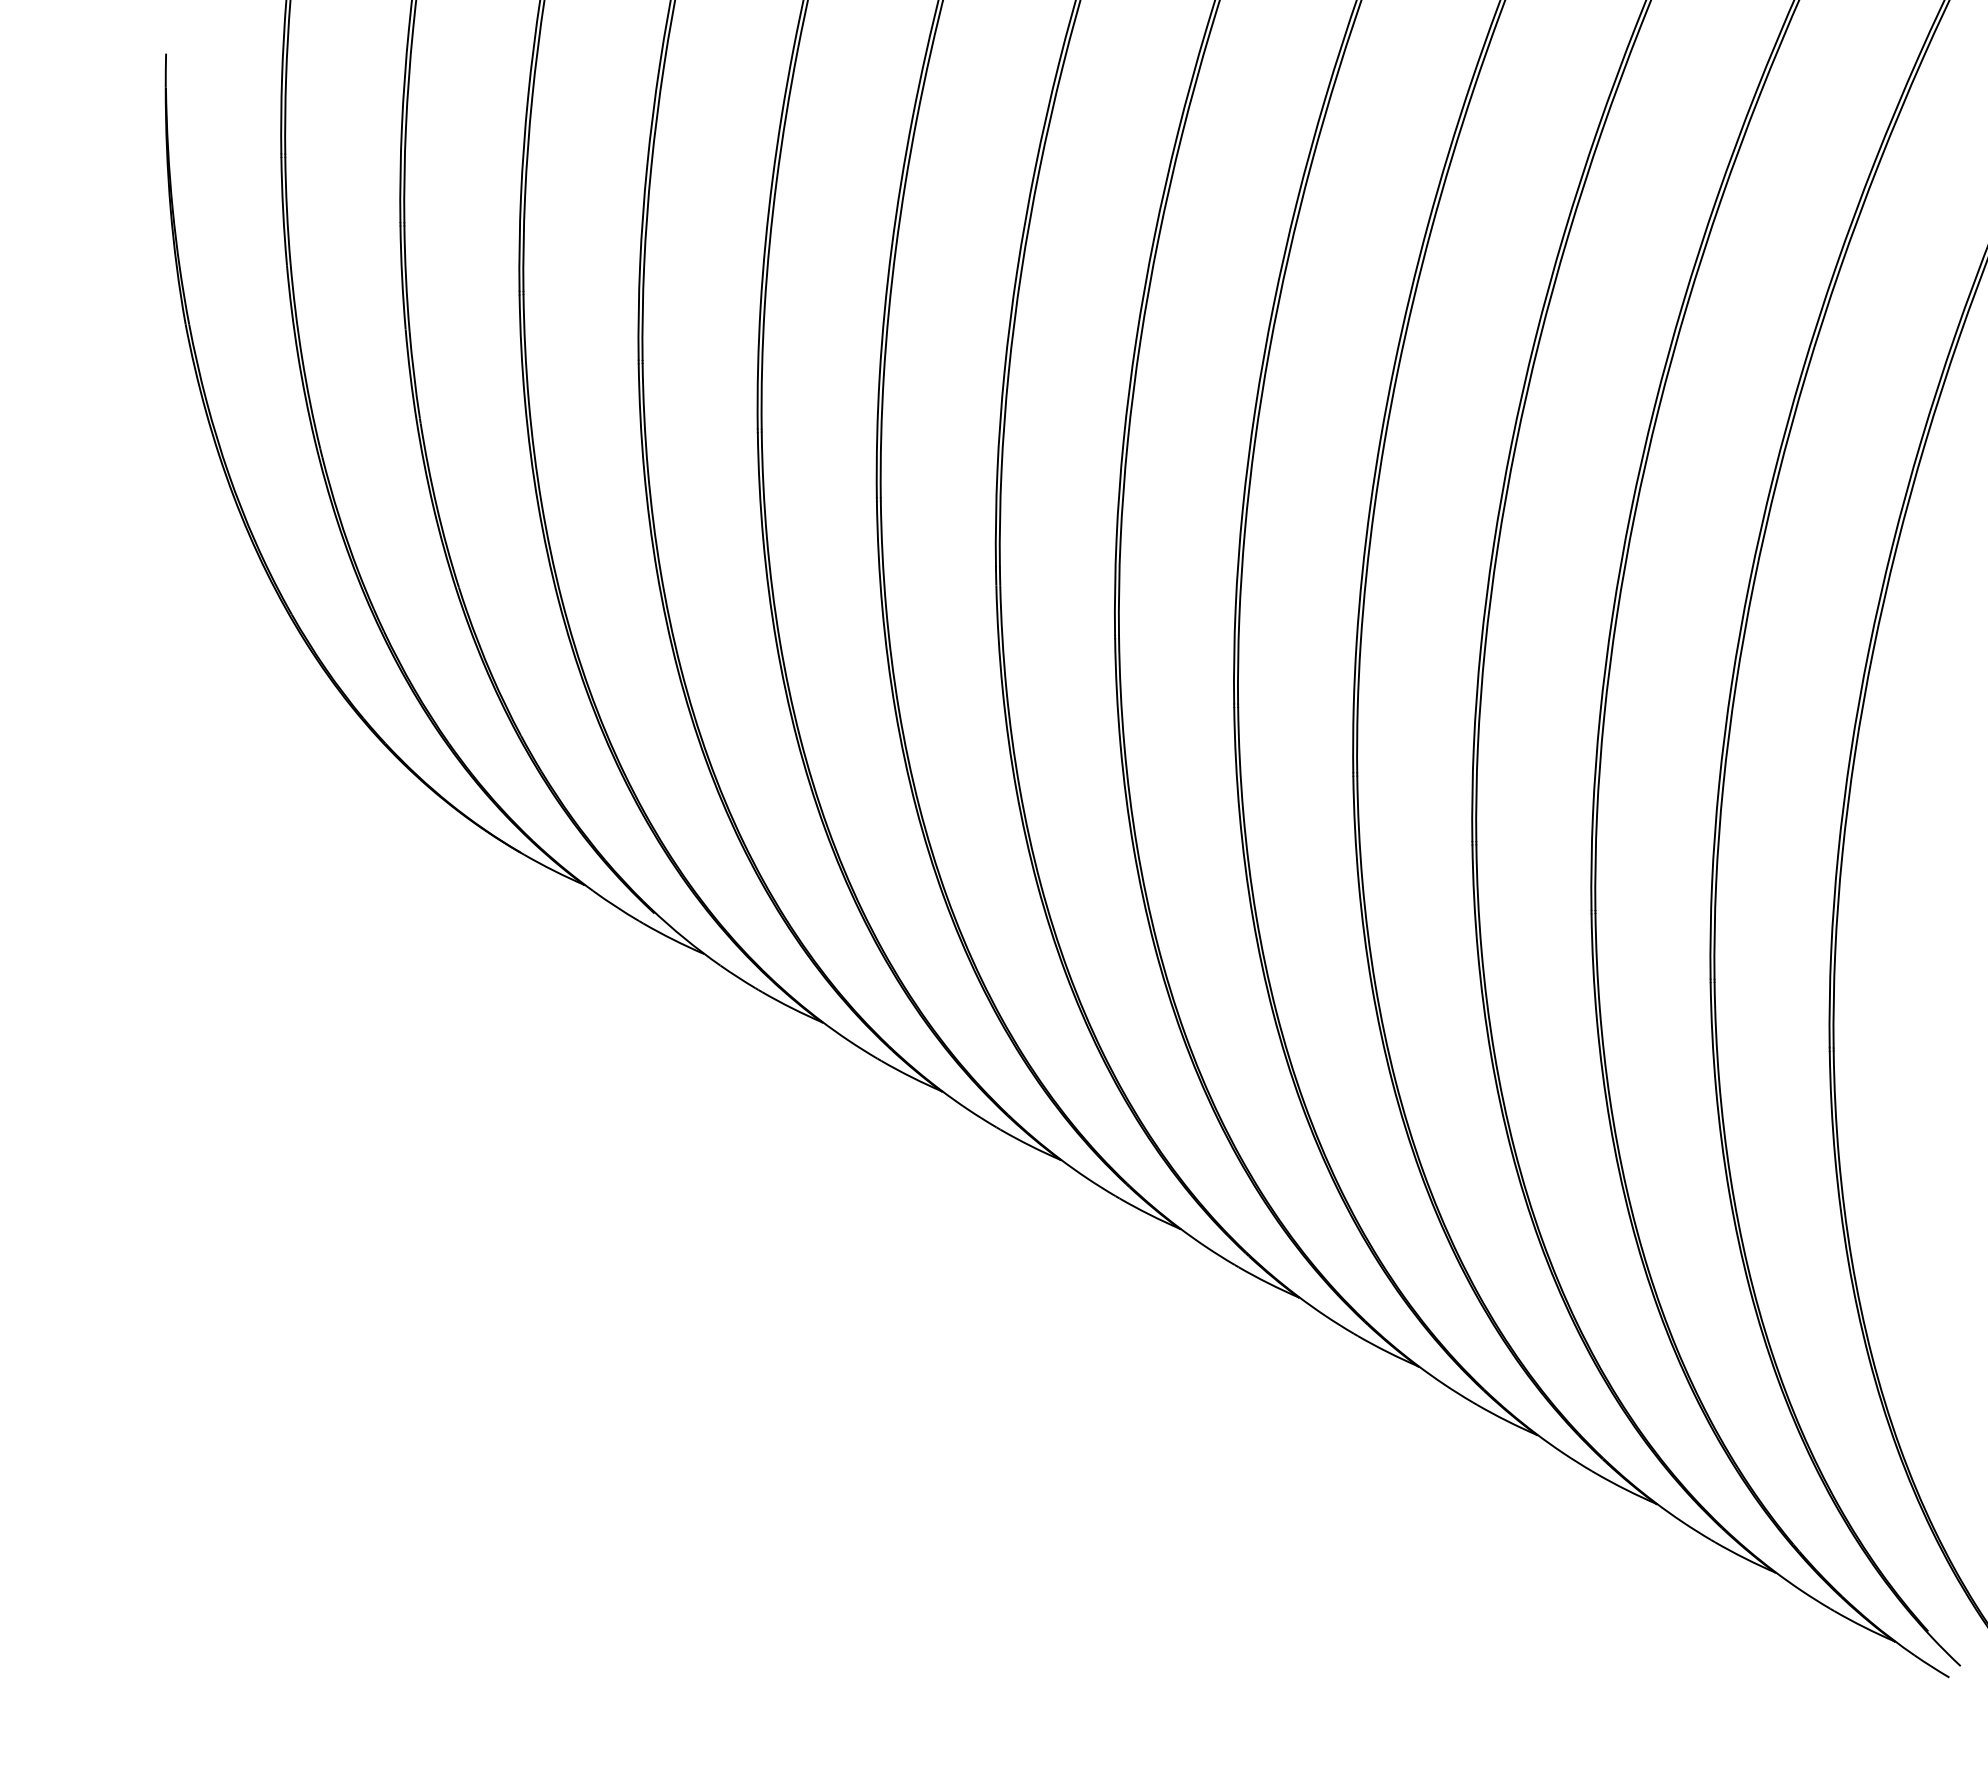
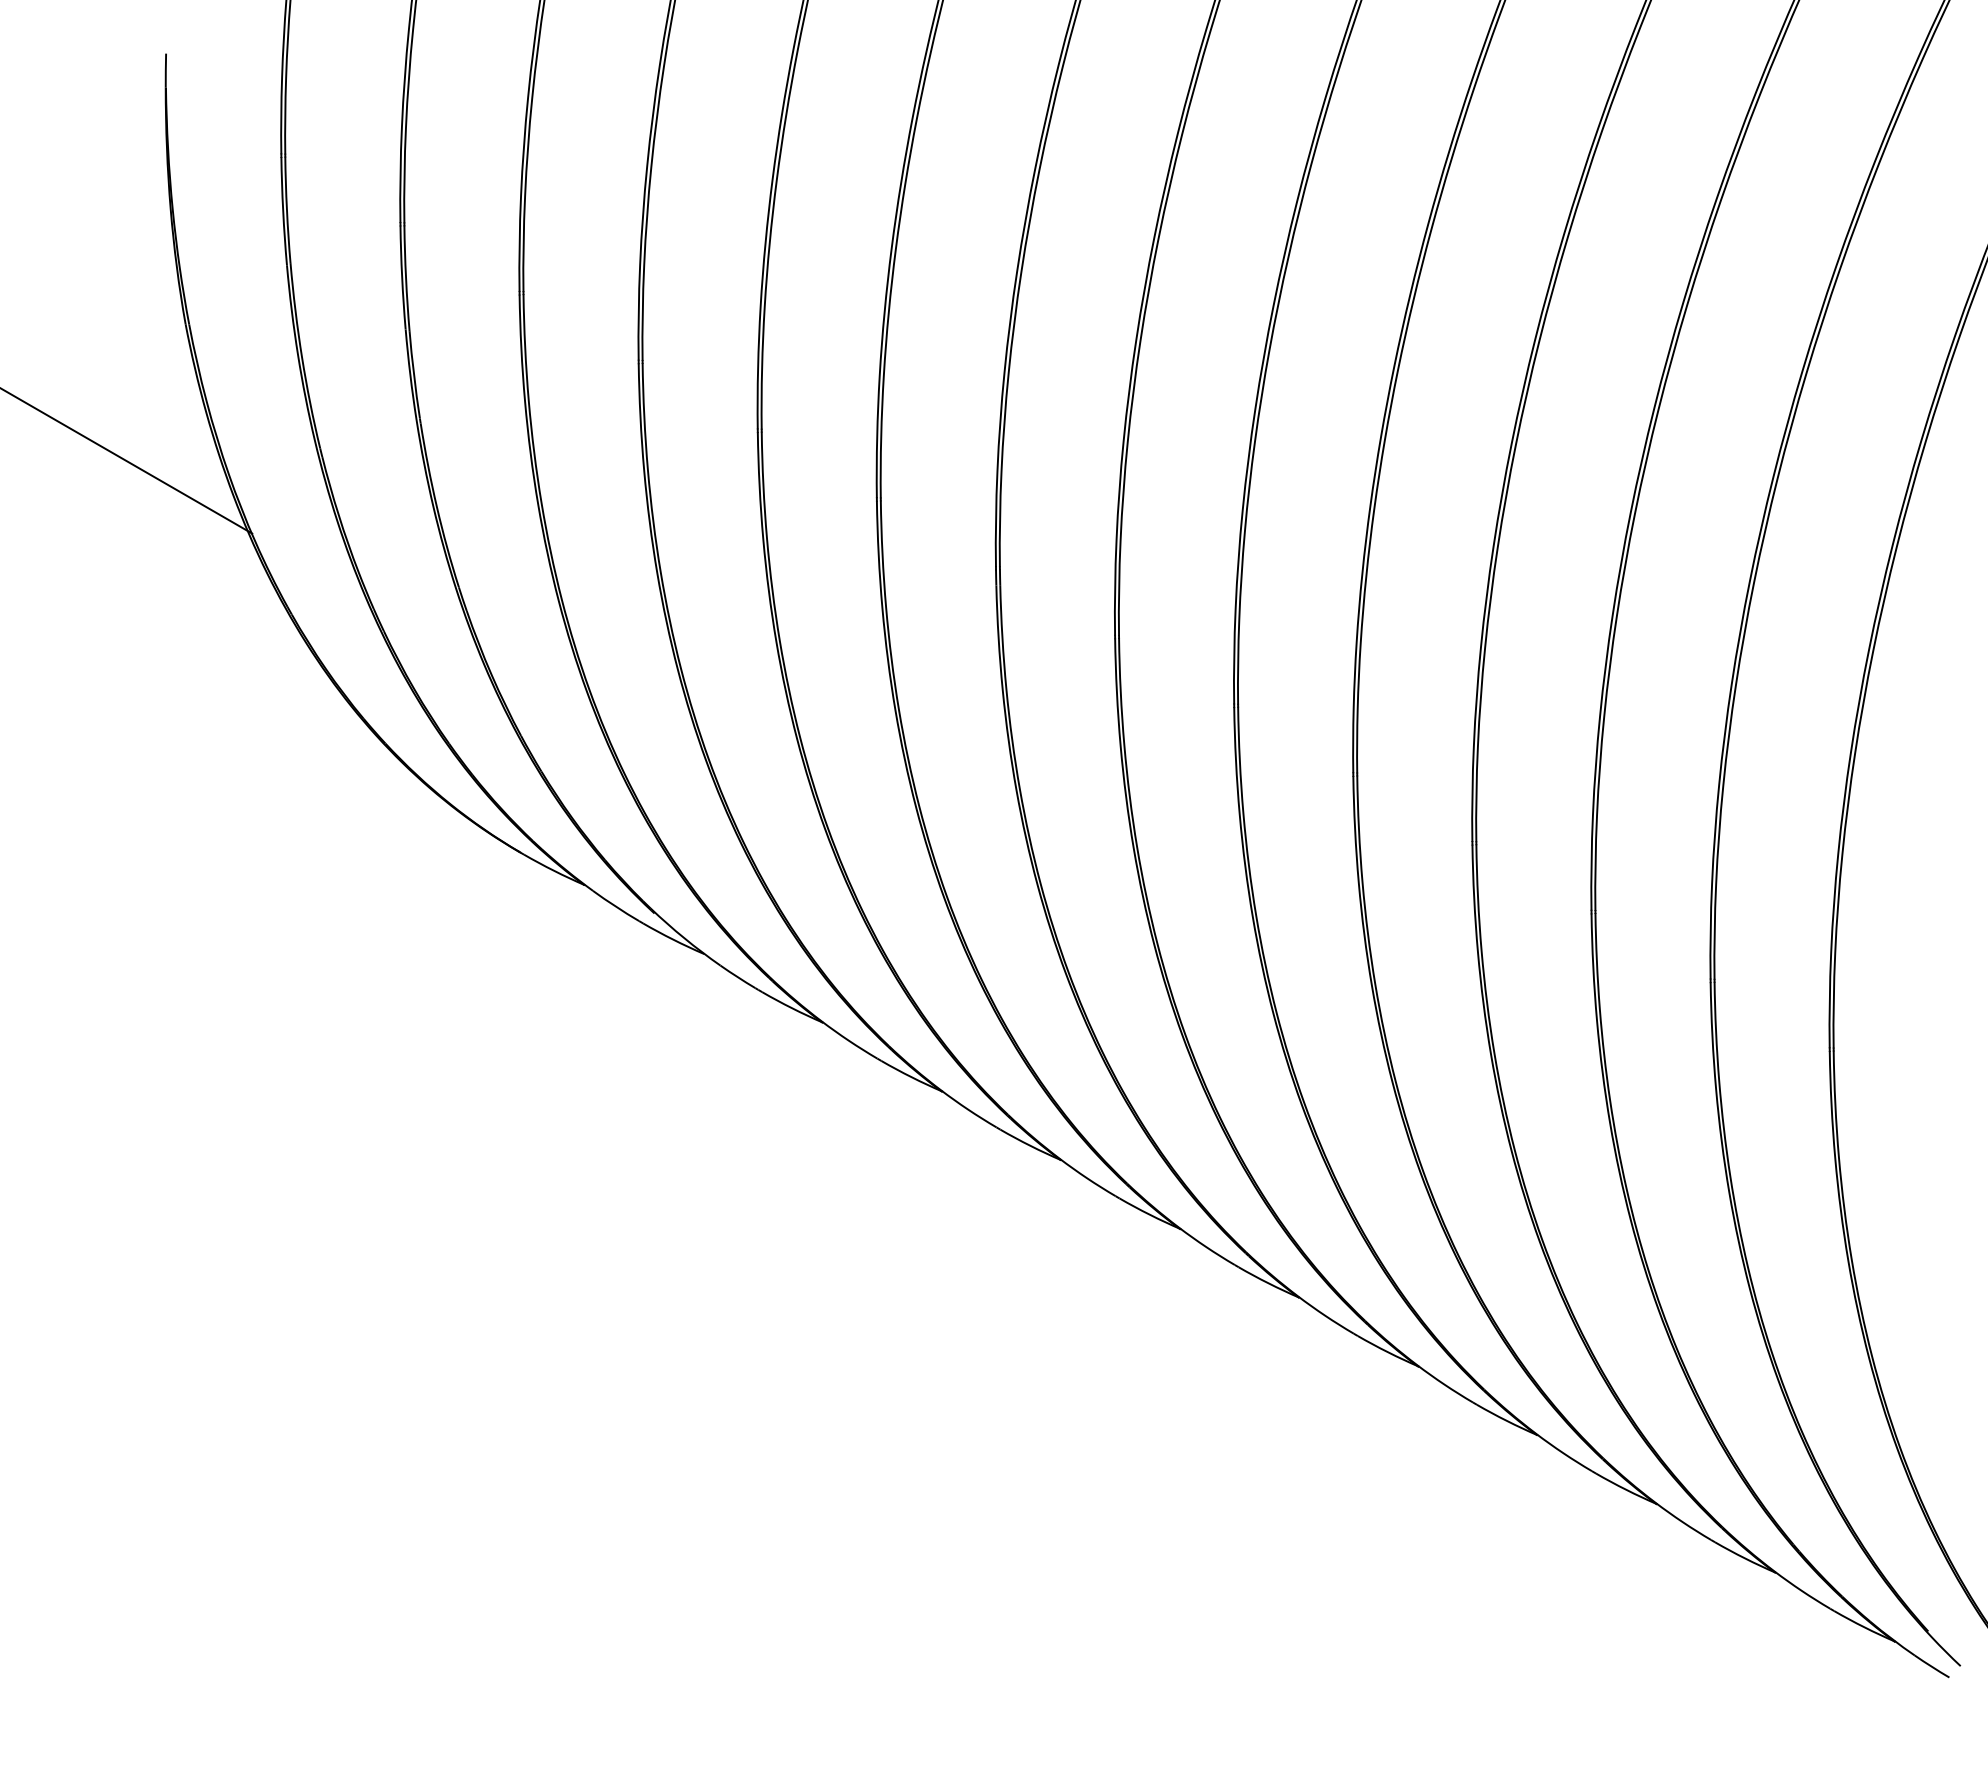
line at (127, 461): none -> present
